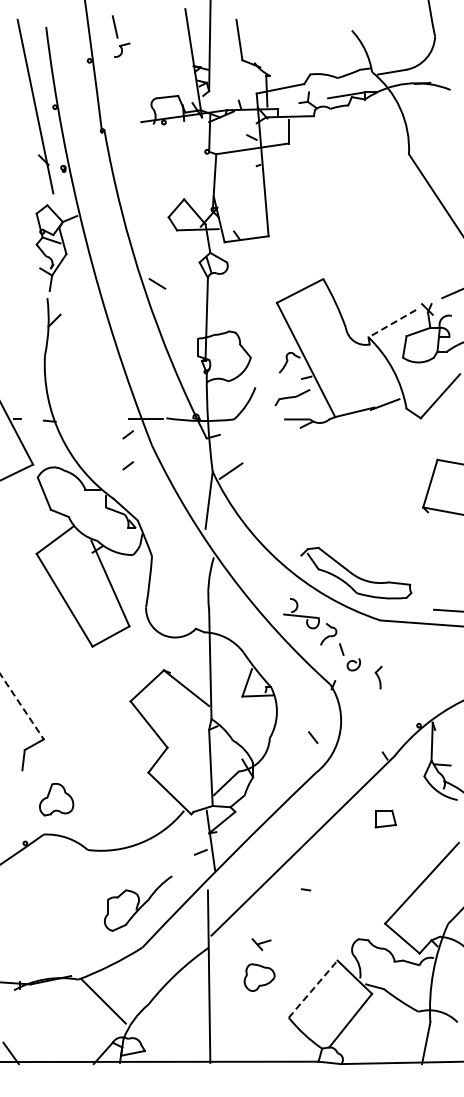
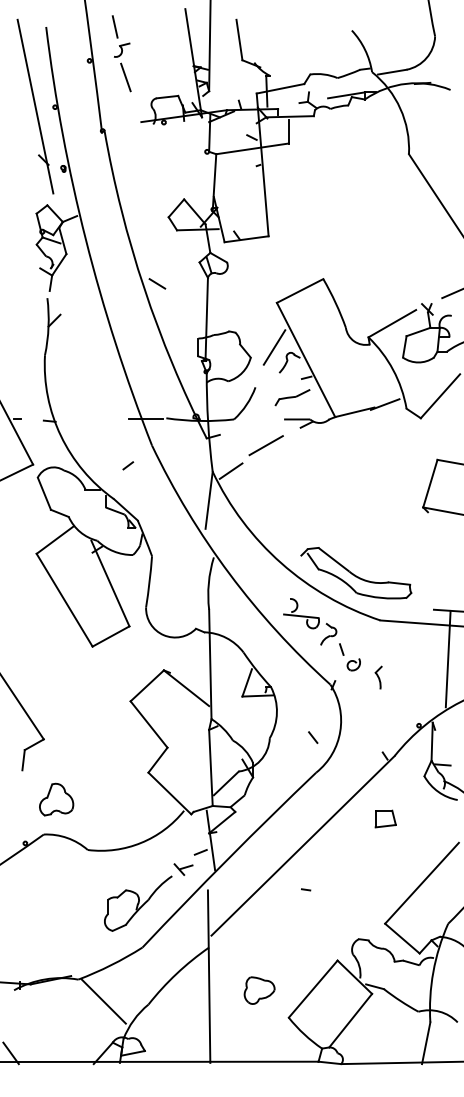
line at (125, 77): none -> present
line at (391, 323): dashed -> solid
line at (274, 347): none -> present
line at (128, 434): present -> none
line at (265, 445): none -> present
line at (447, 658): none -> present
line at (22, 706): dashed -> solid
part at (261, 944) position: (261, 944) -> (183, 869)
part at (259, 977) position: (259, 977) -> (259, 990)
line at (313, 989): dashed -> solid
